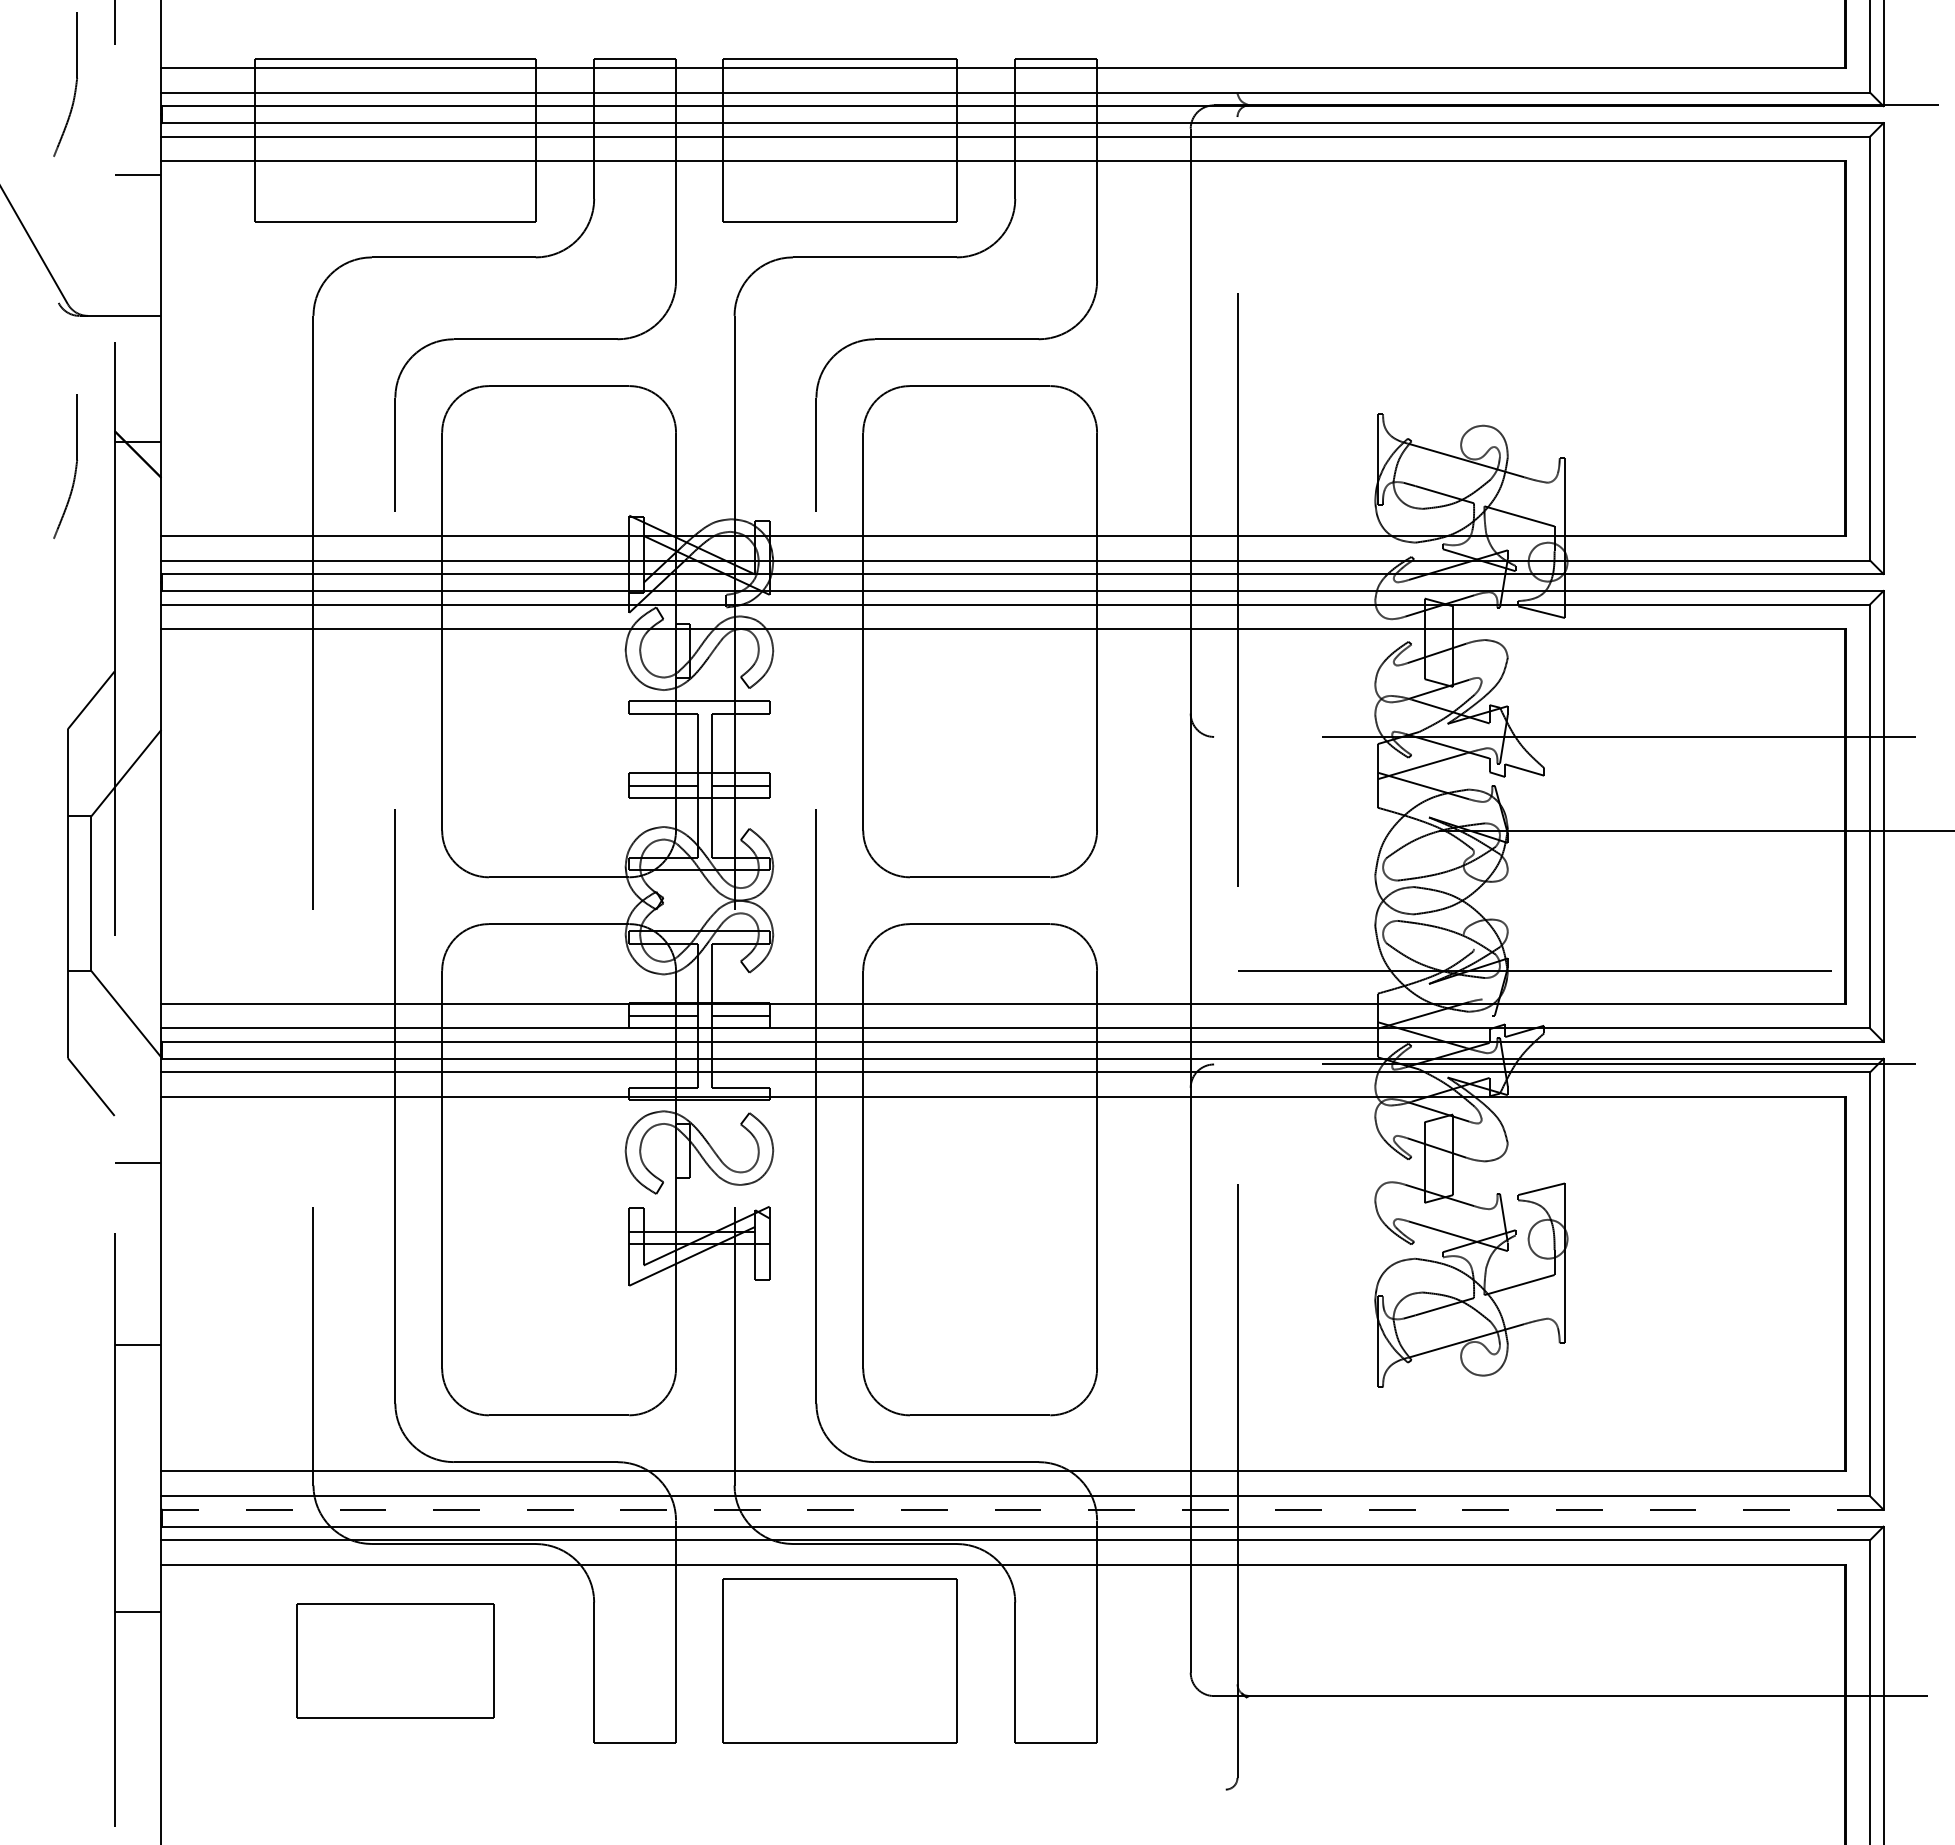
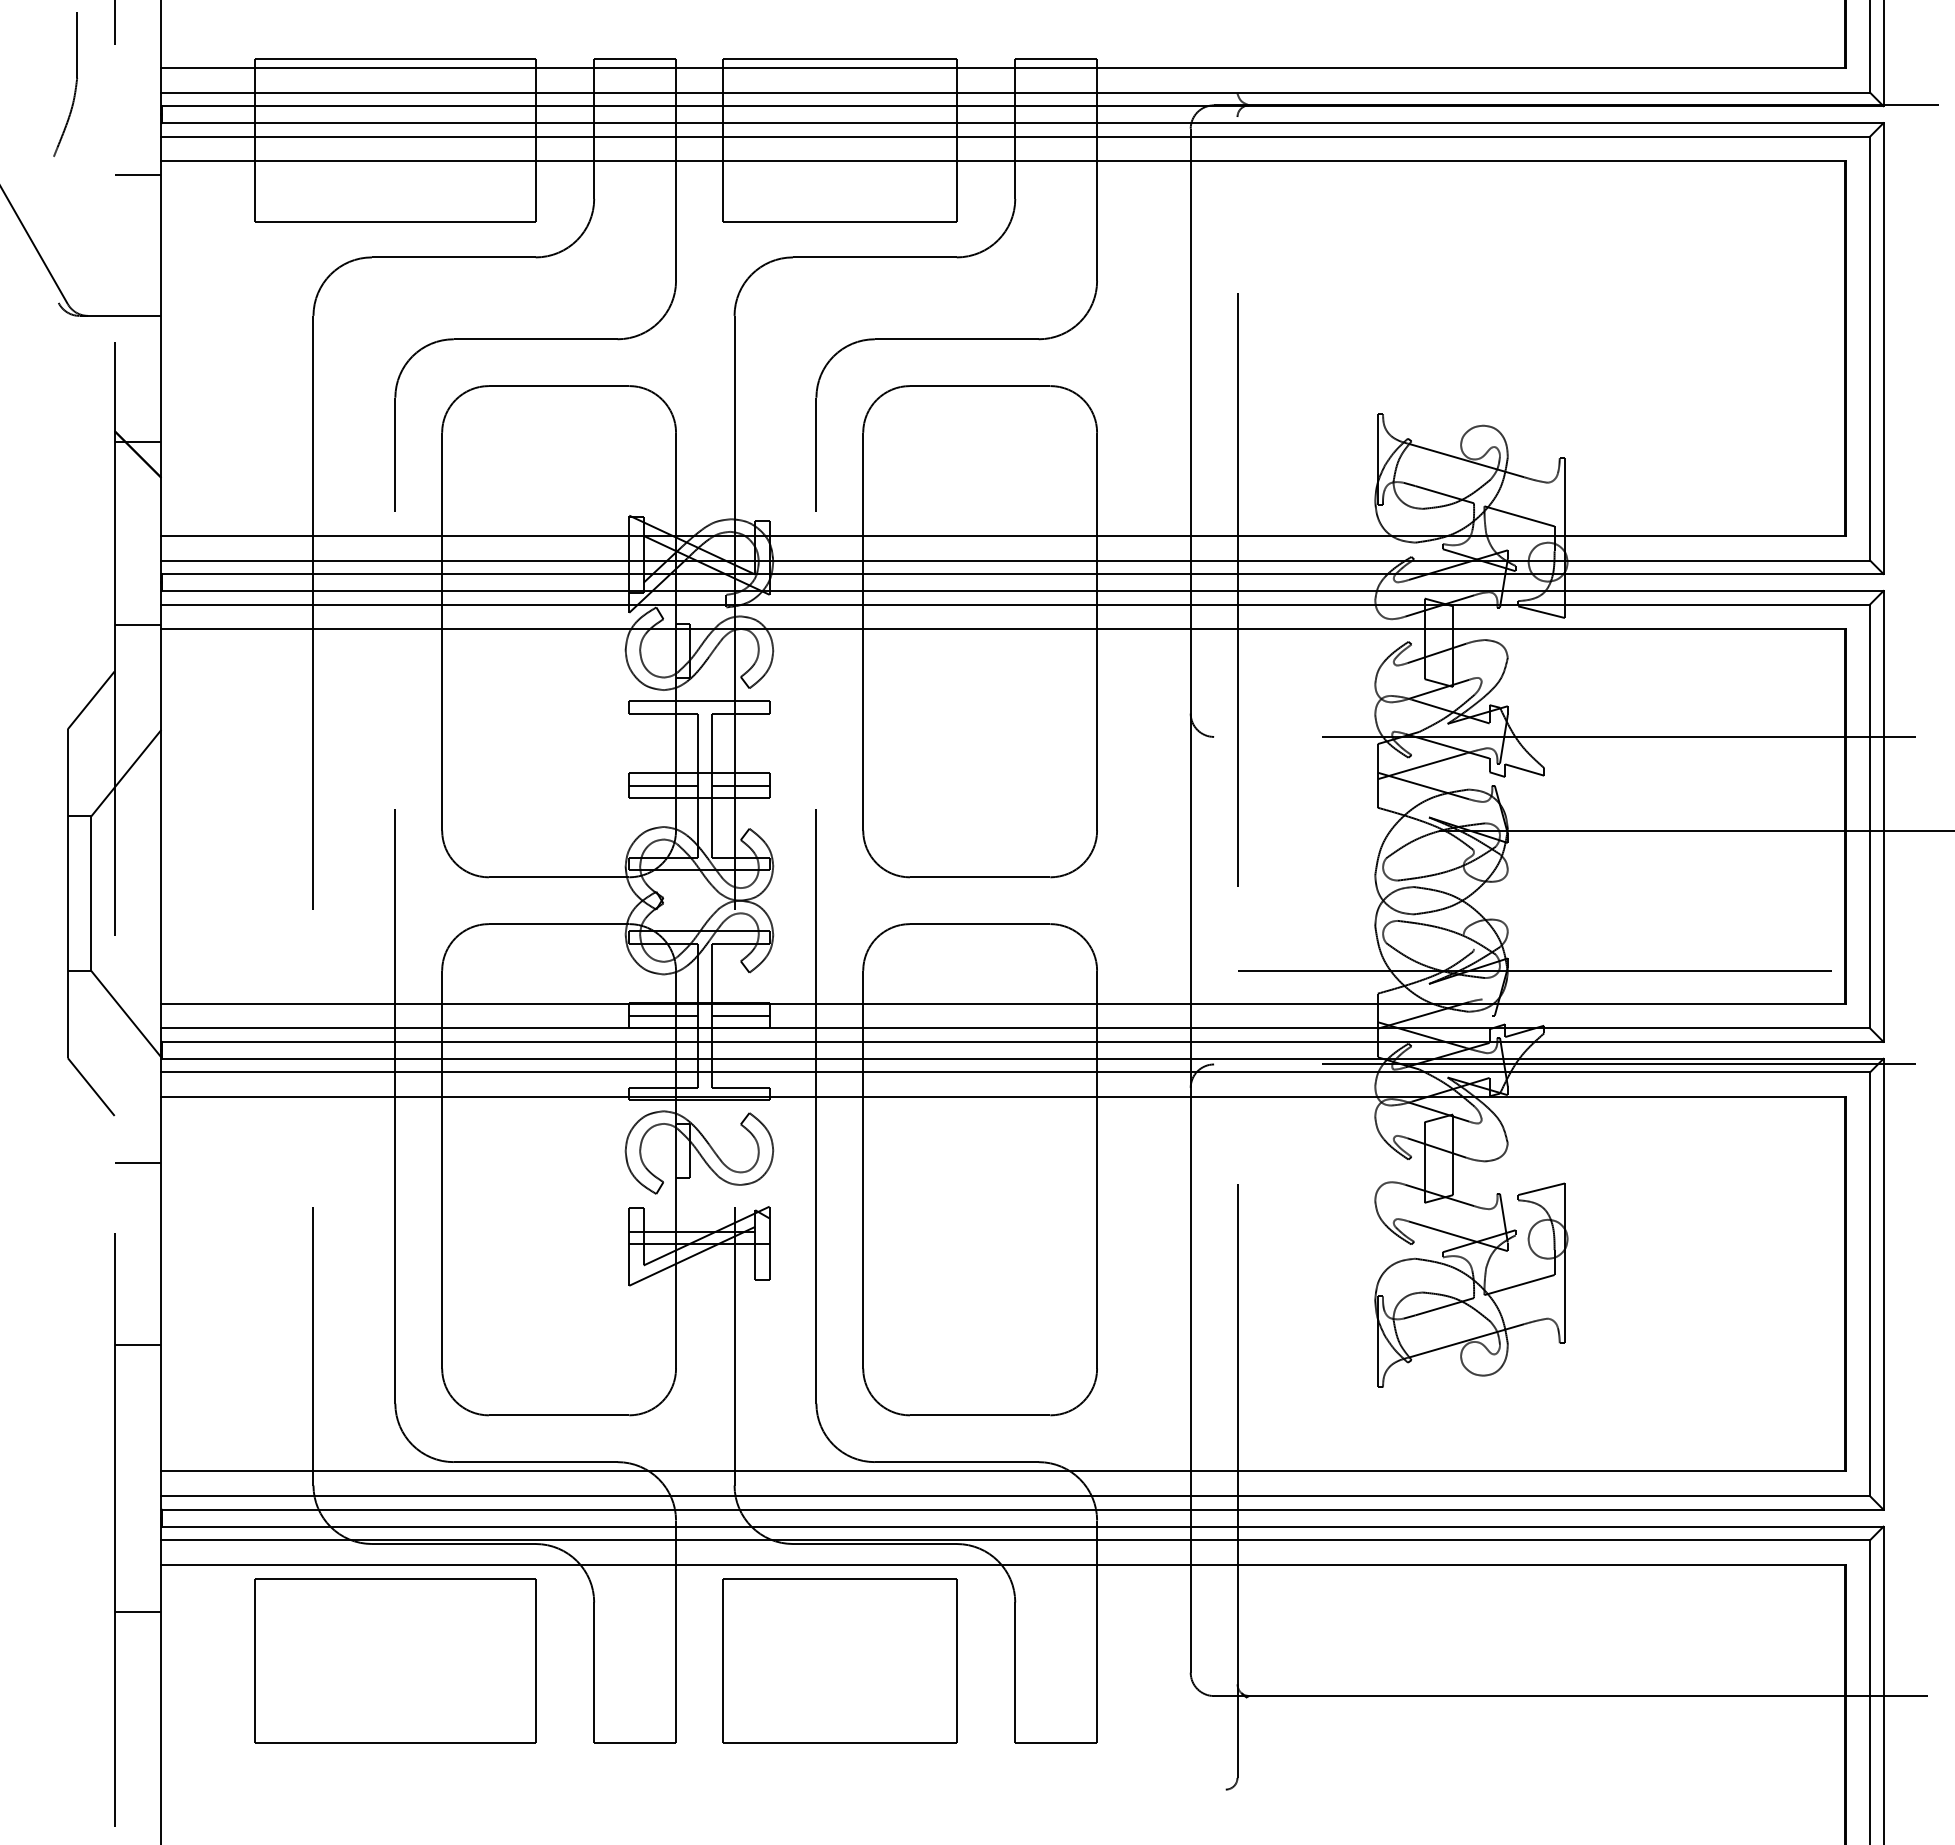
part at (75, 466): present -> none
line at (137, 624): none -> present
line at (1022, 1509): dashed -> solid
part at (395, 1660) size: 199x116 px -> 283x166 px
